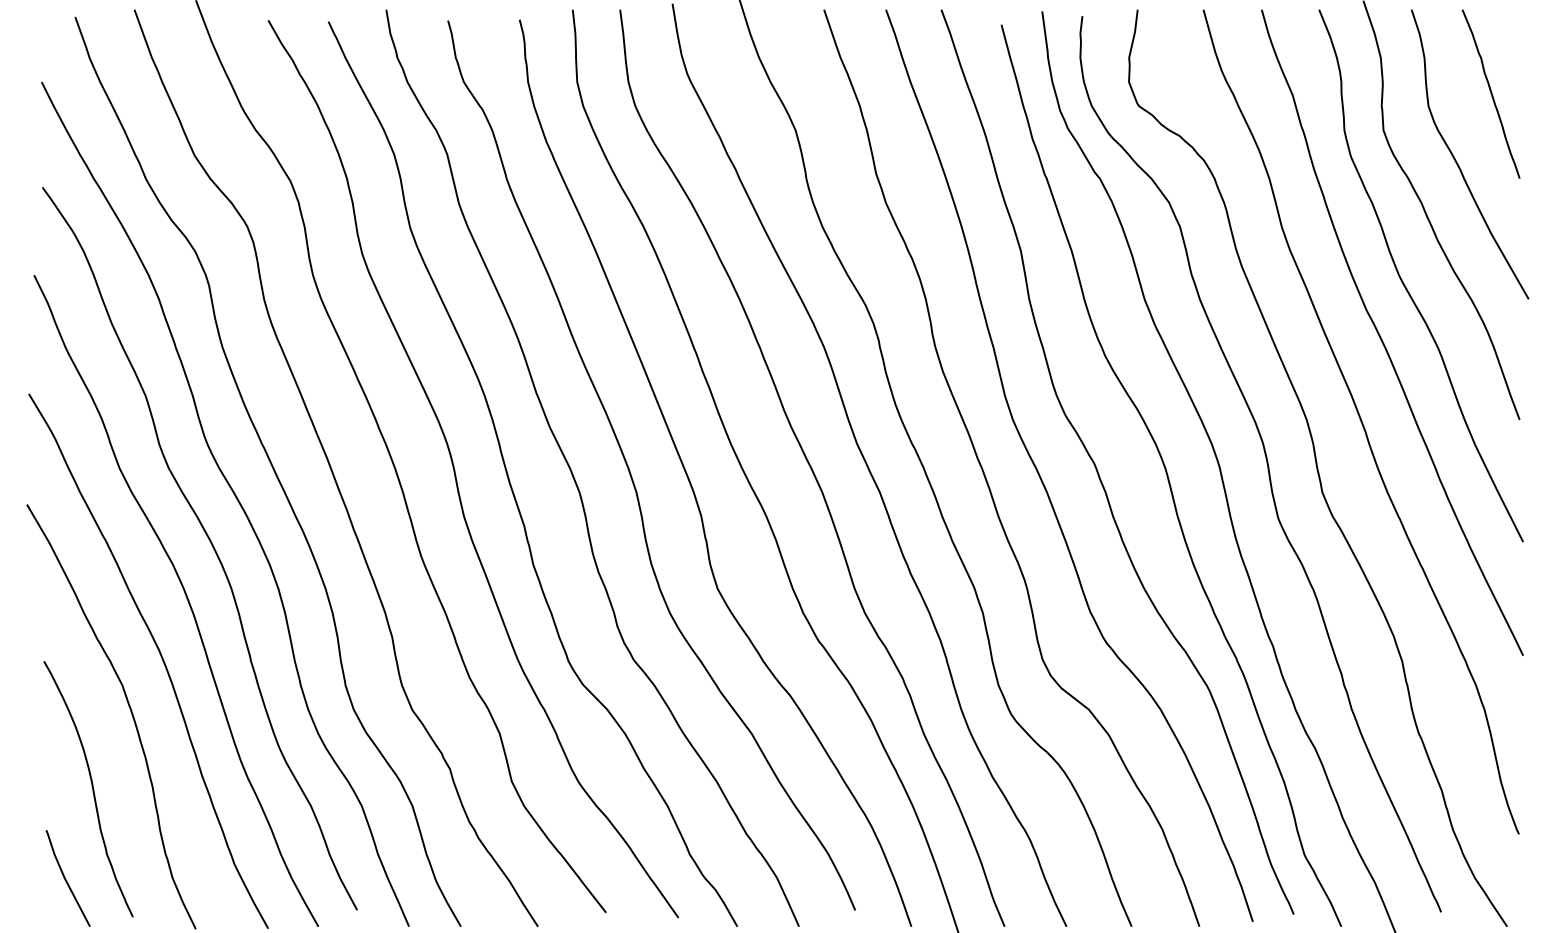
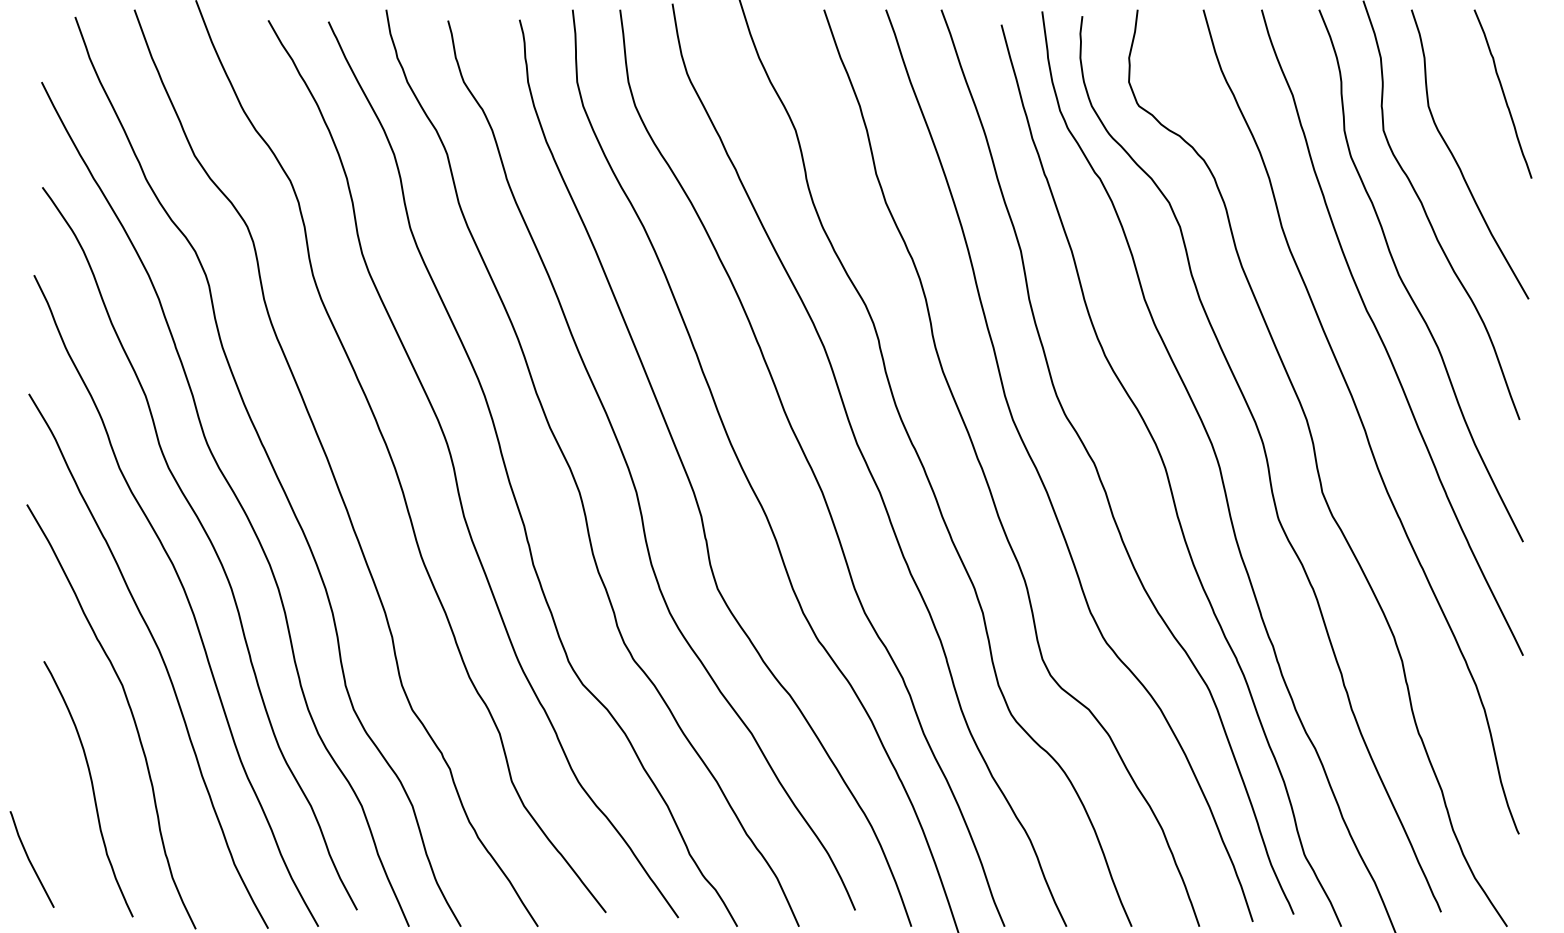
curve at (1490, 93) position: (1490, 93) -> (1502, 93)
curve at (66, 879) position: (66, 879) -> (30, 860)
